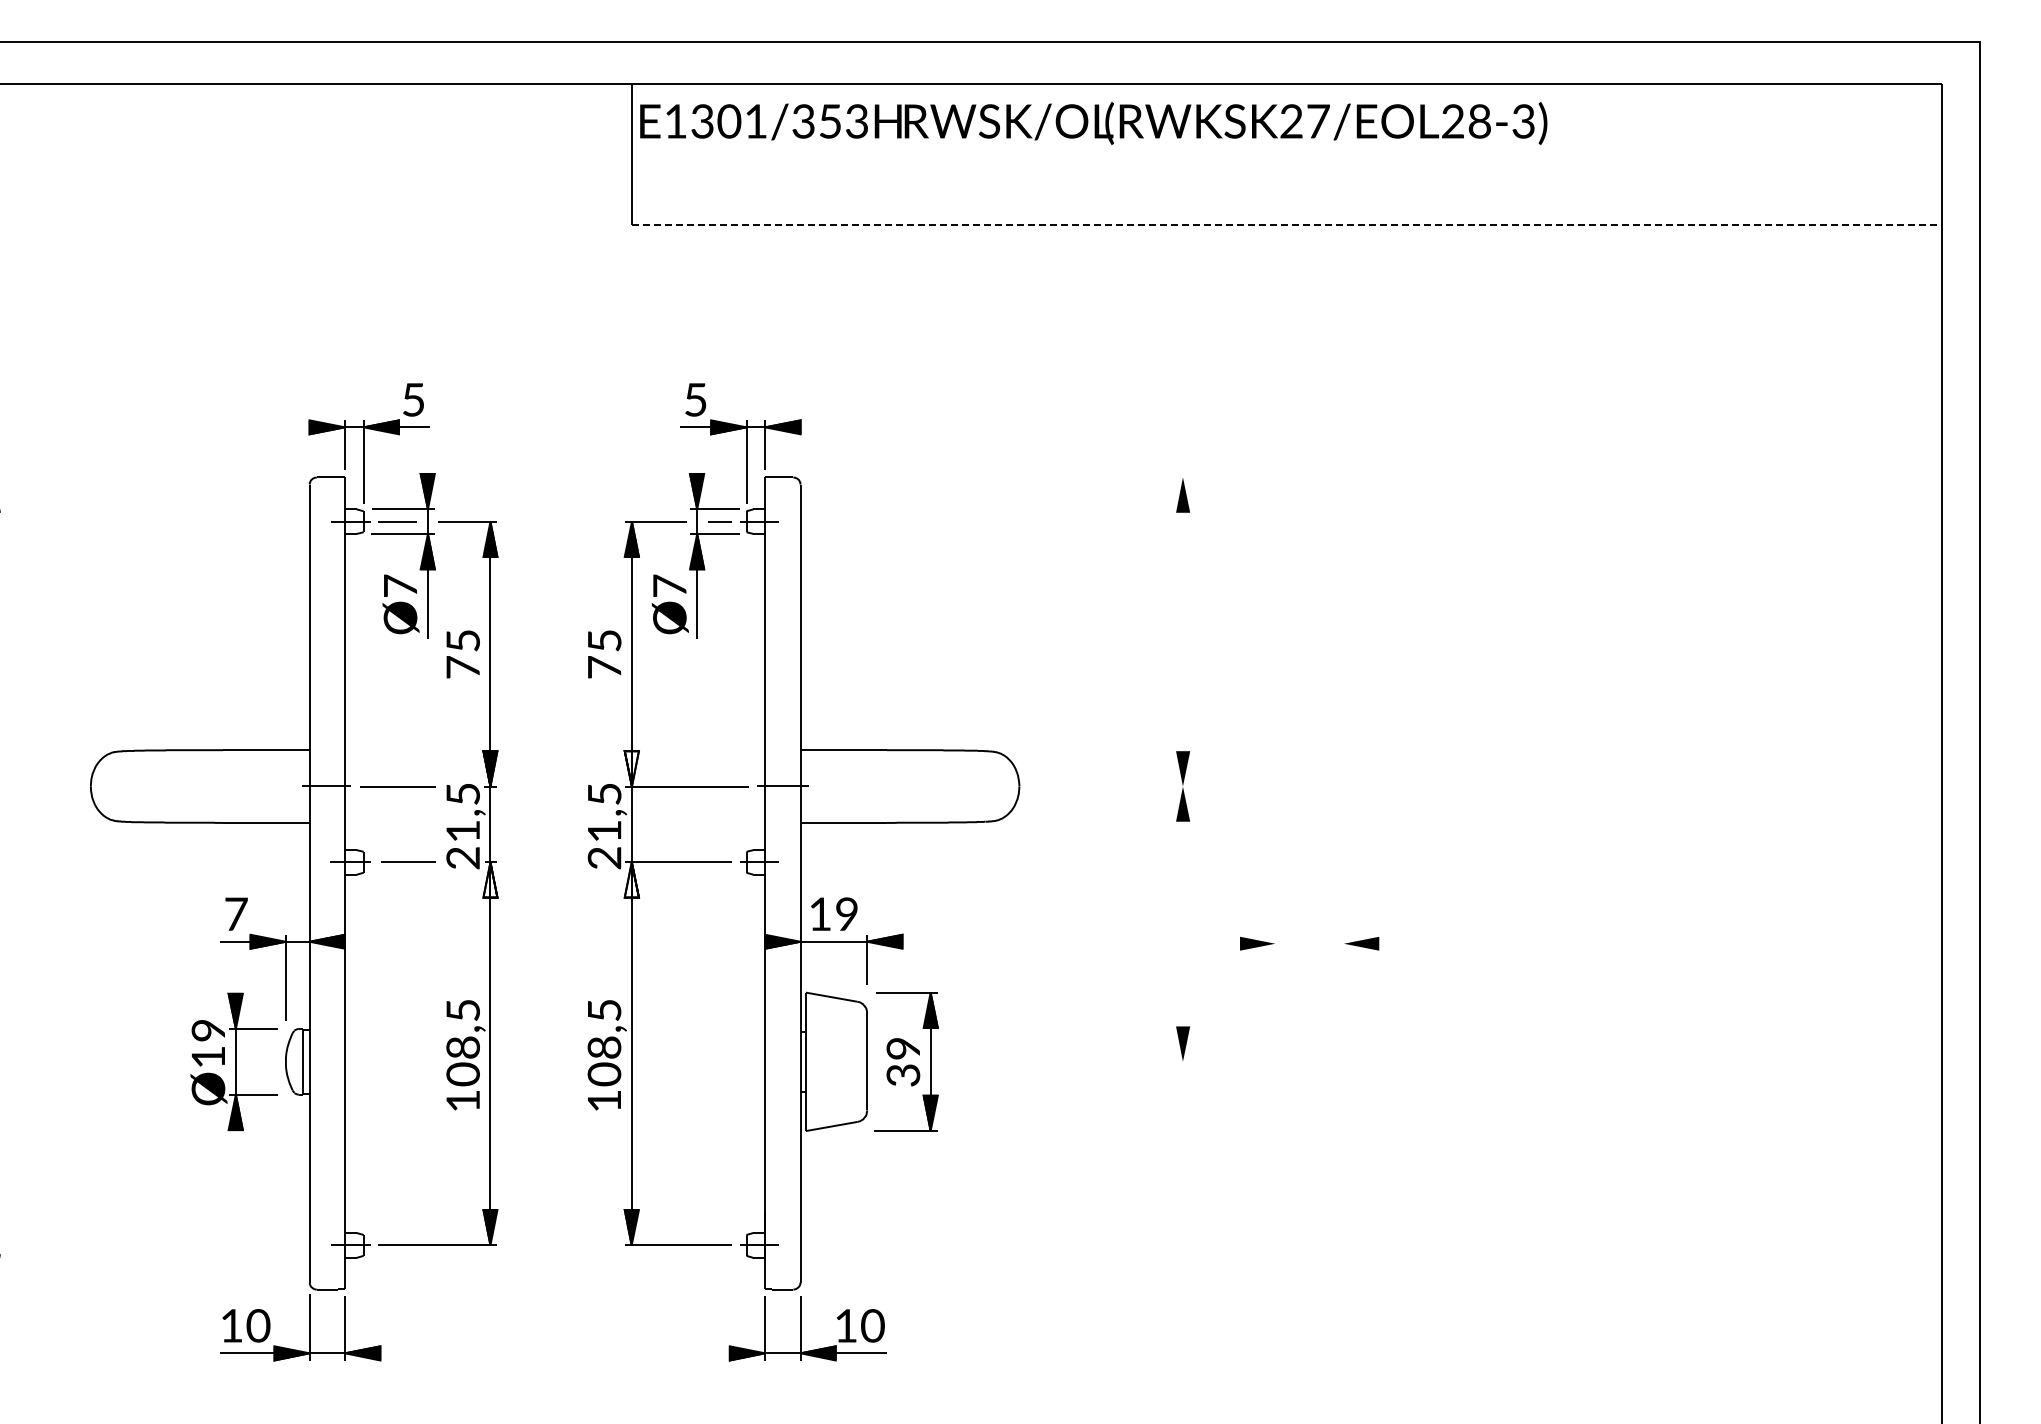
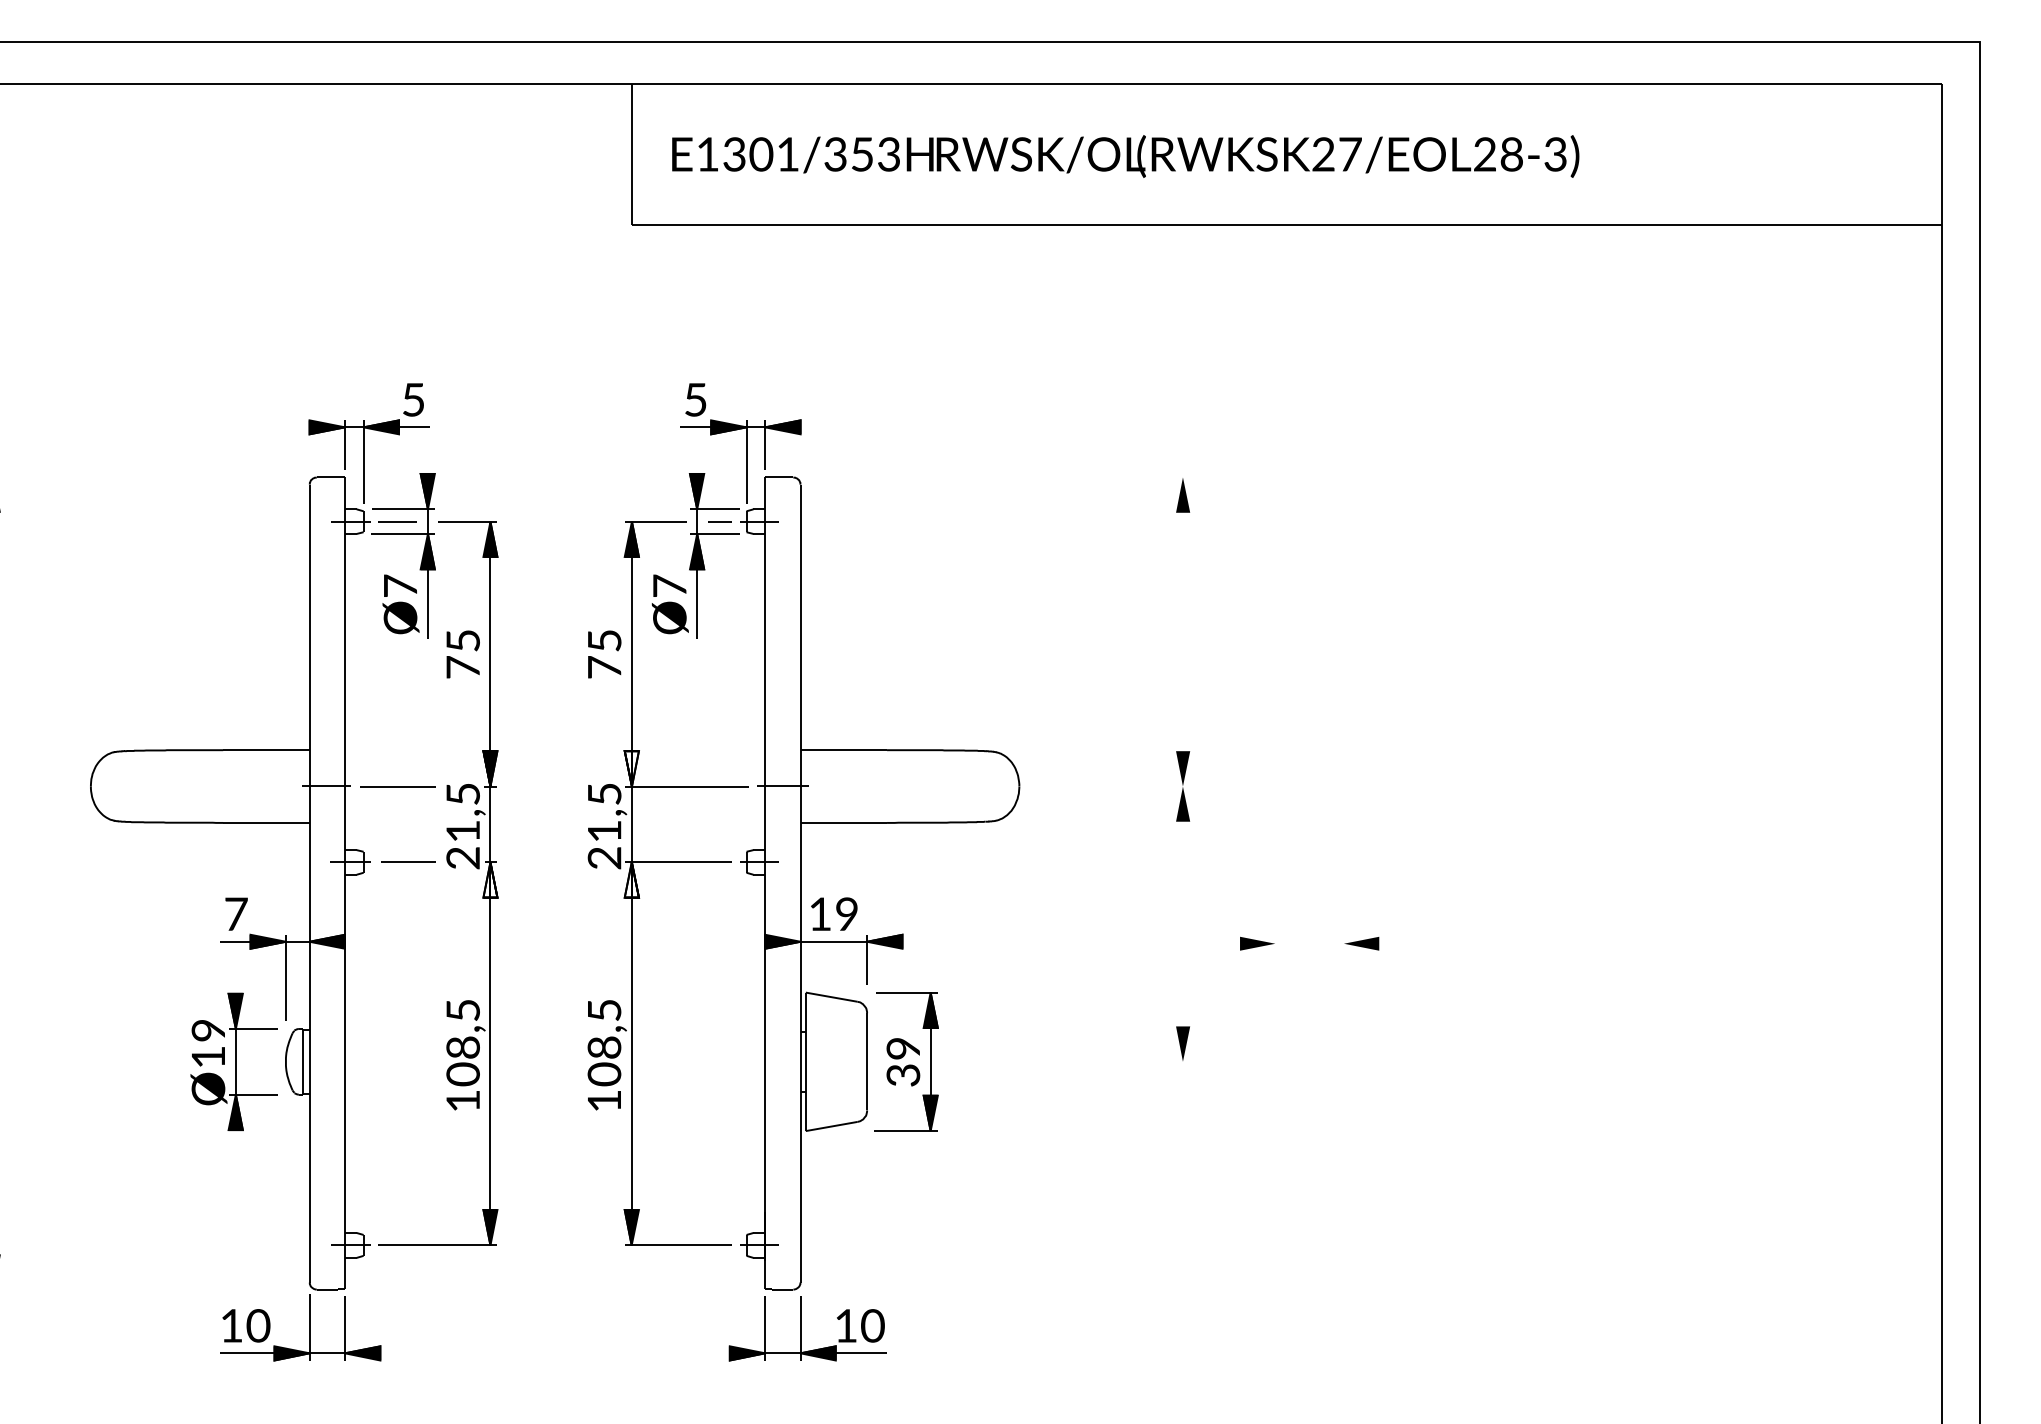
text at (1093, 123) position: (1093, 123) -> (1125, 156)
line at (1287, 224): dashed -> solid
